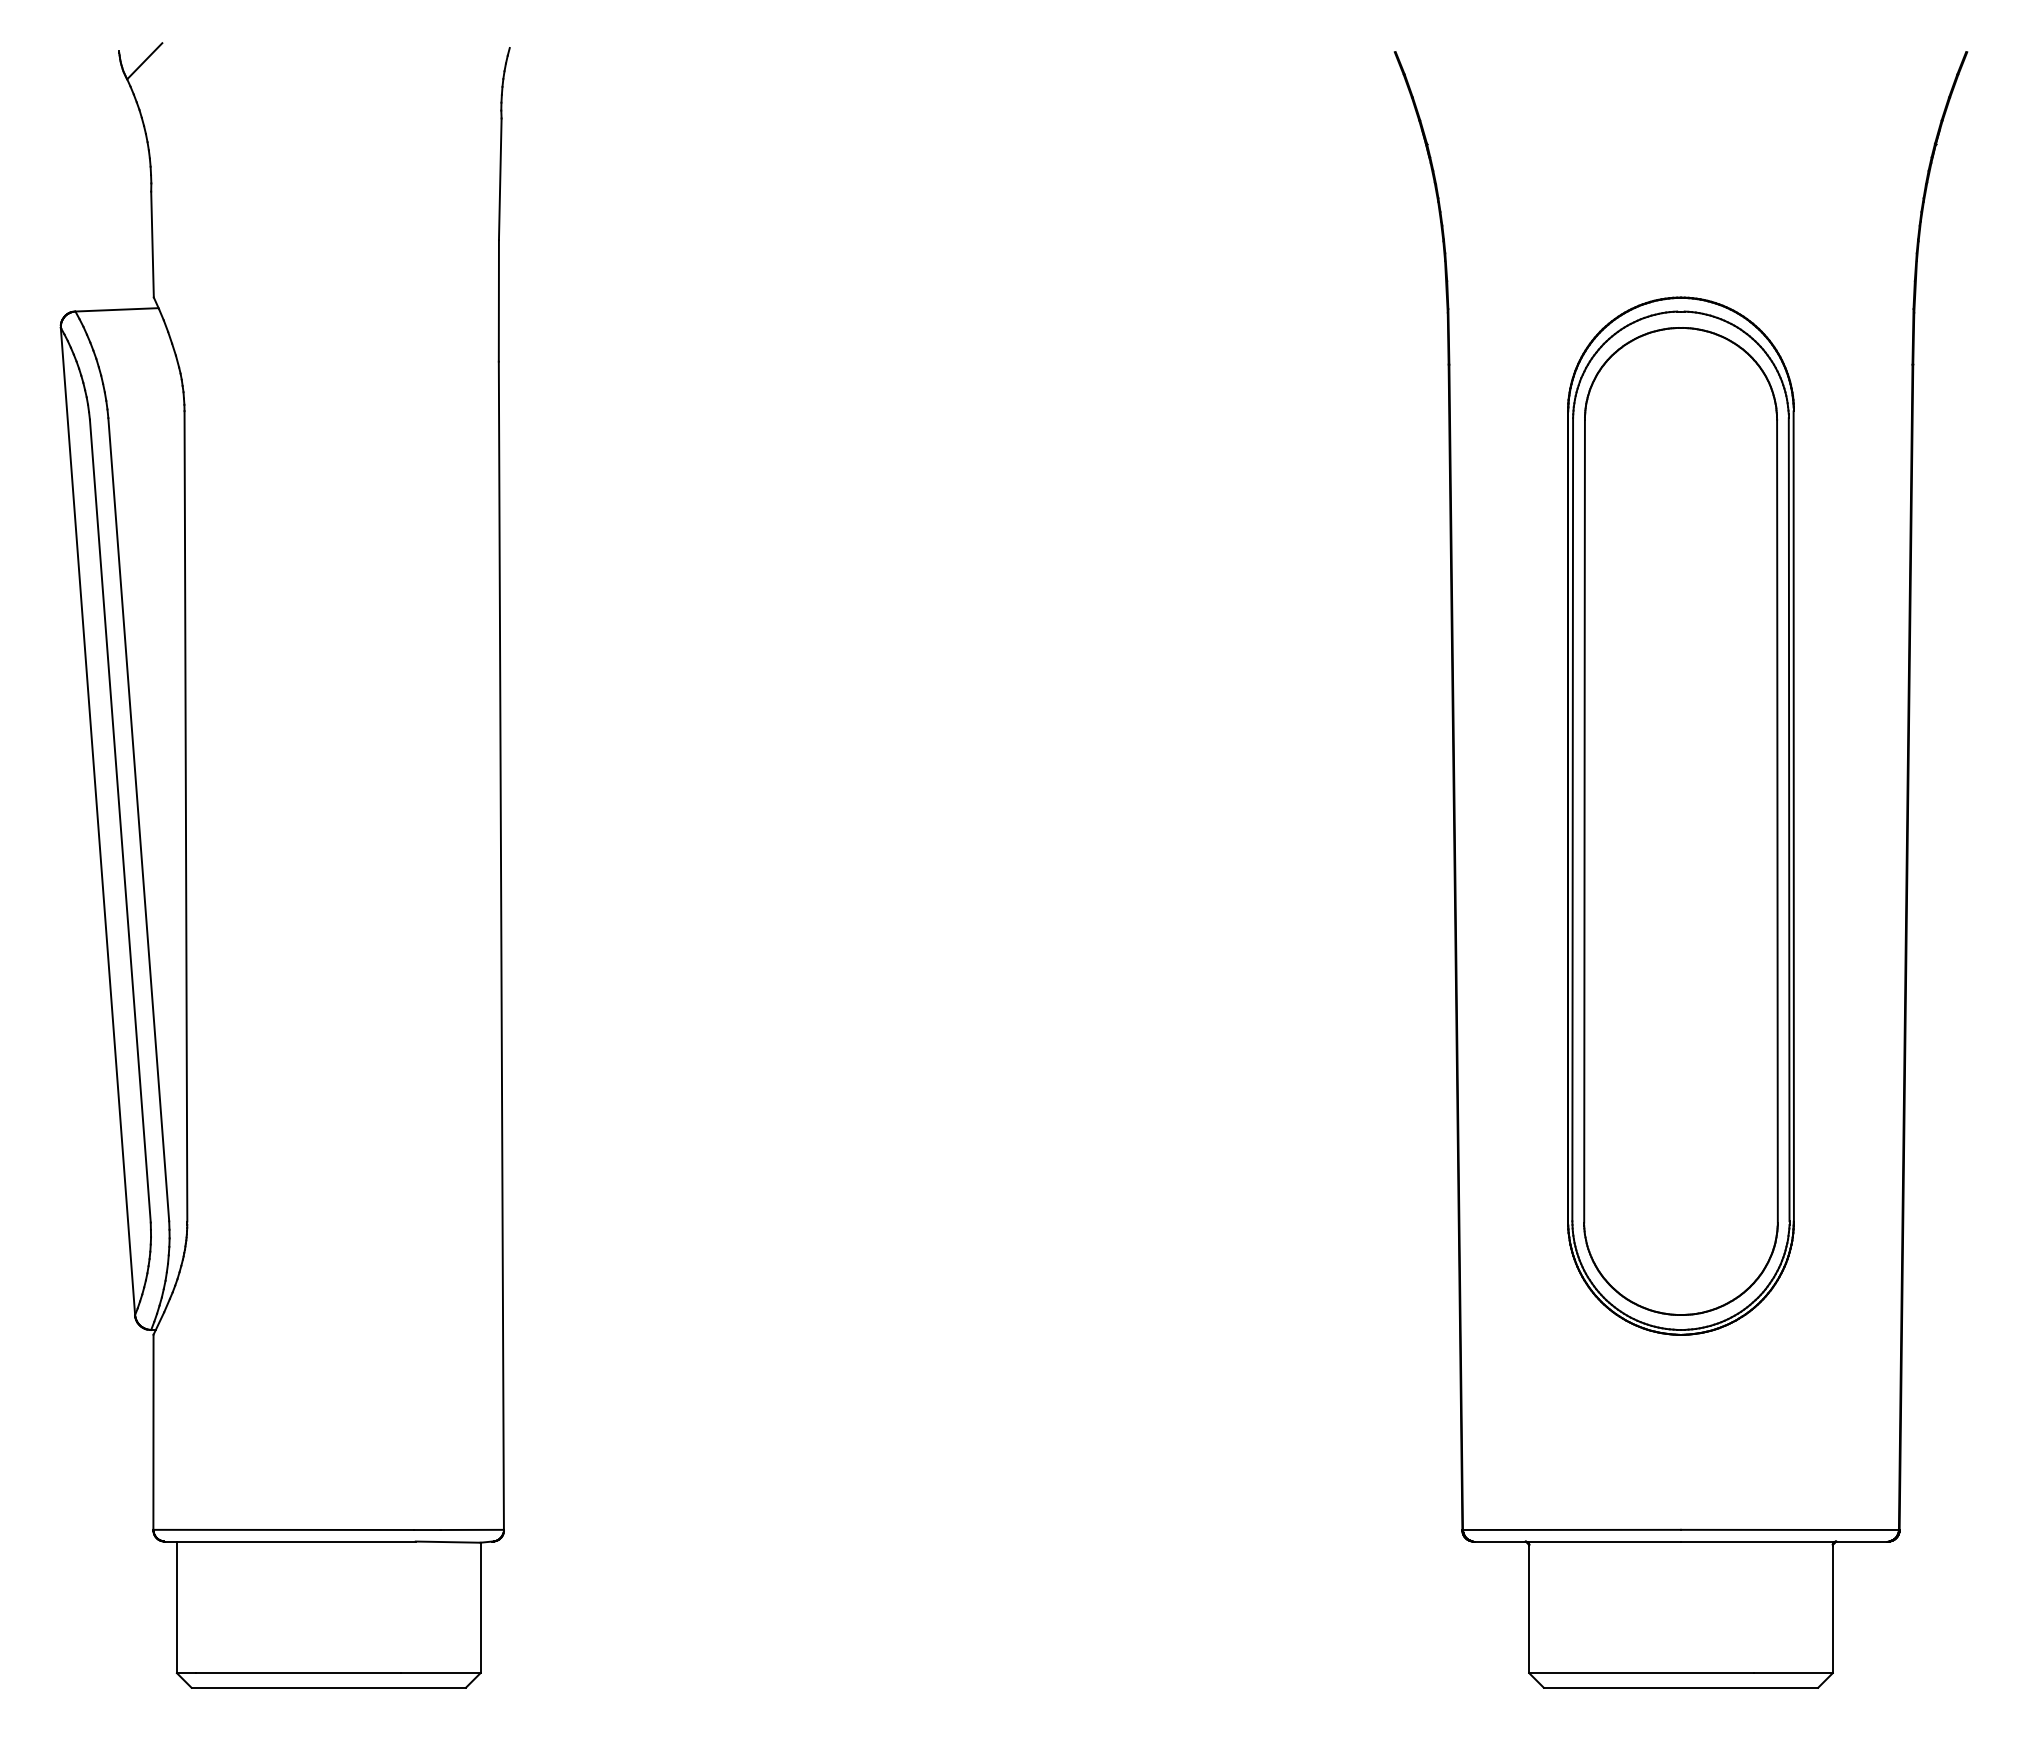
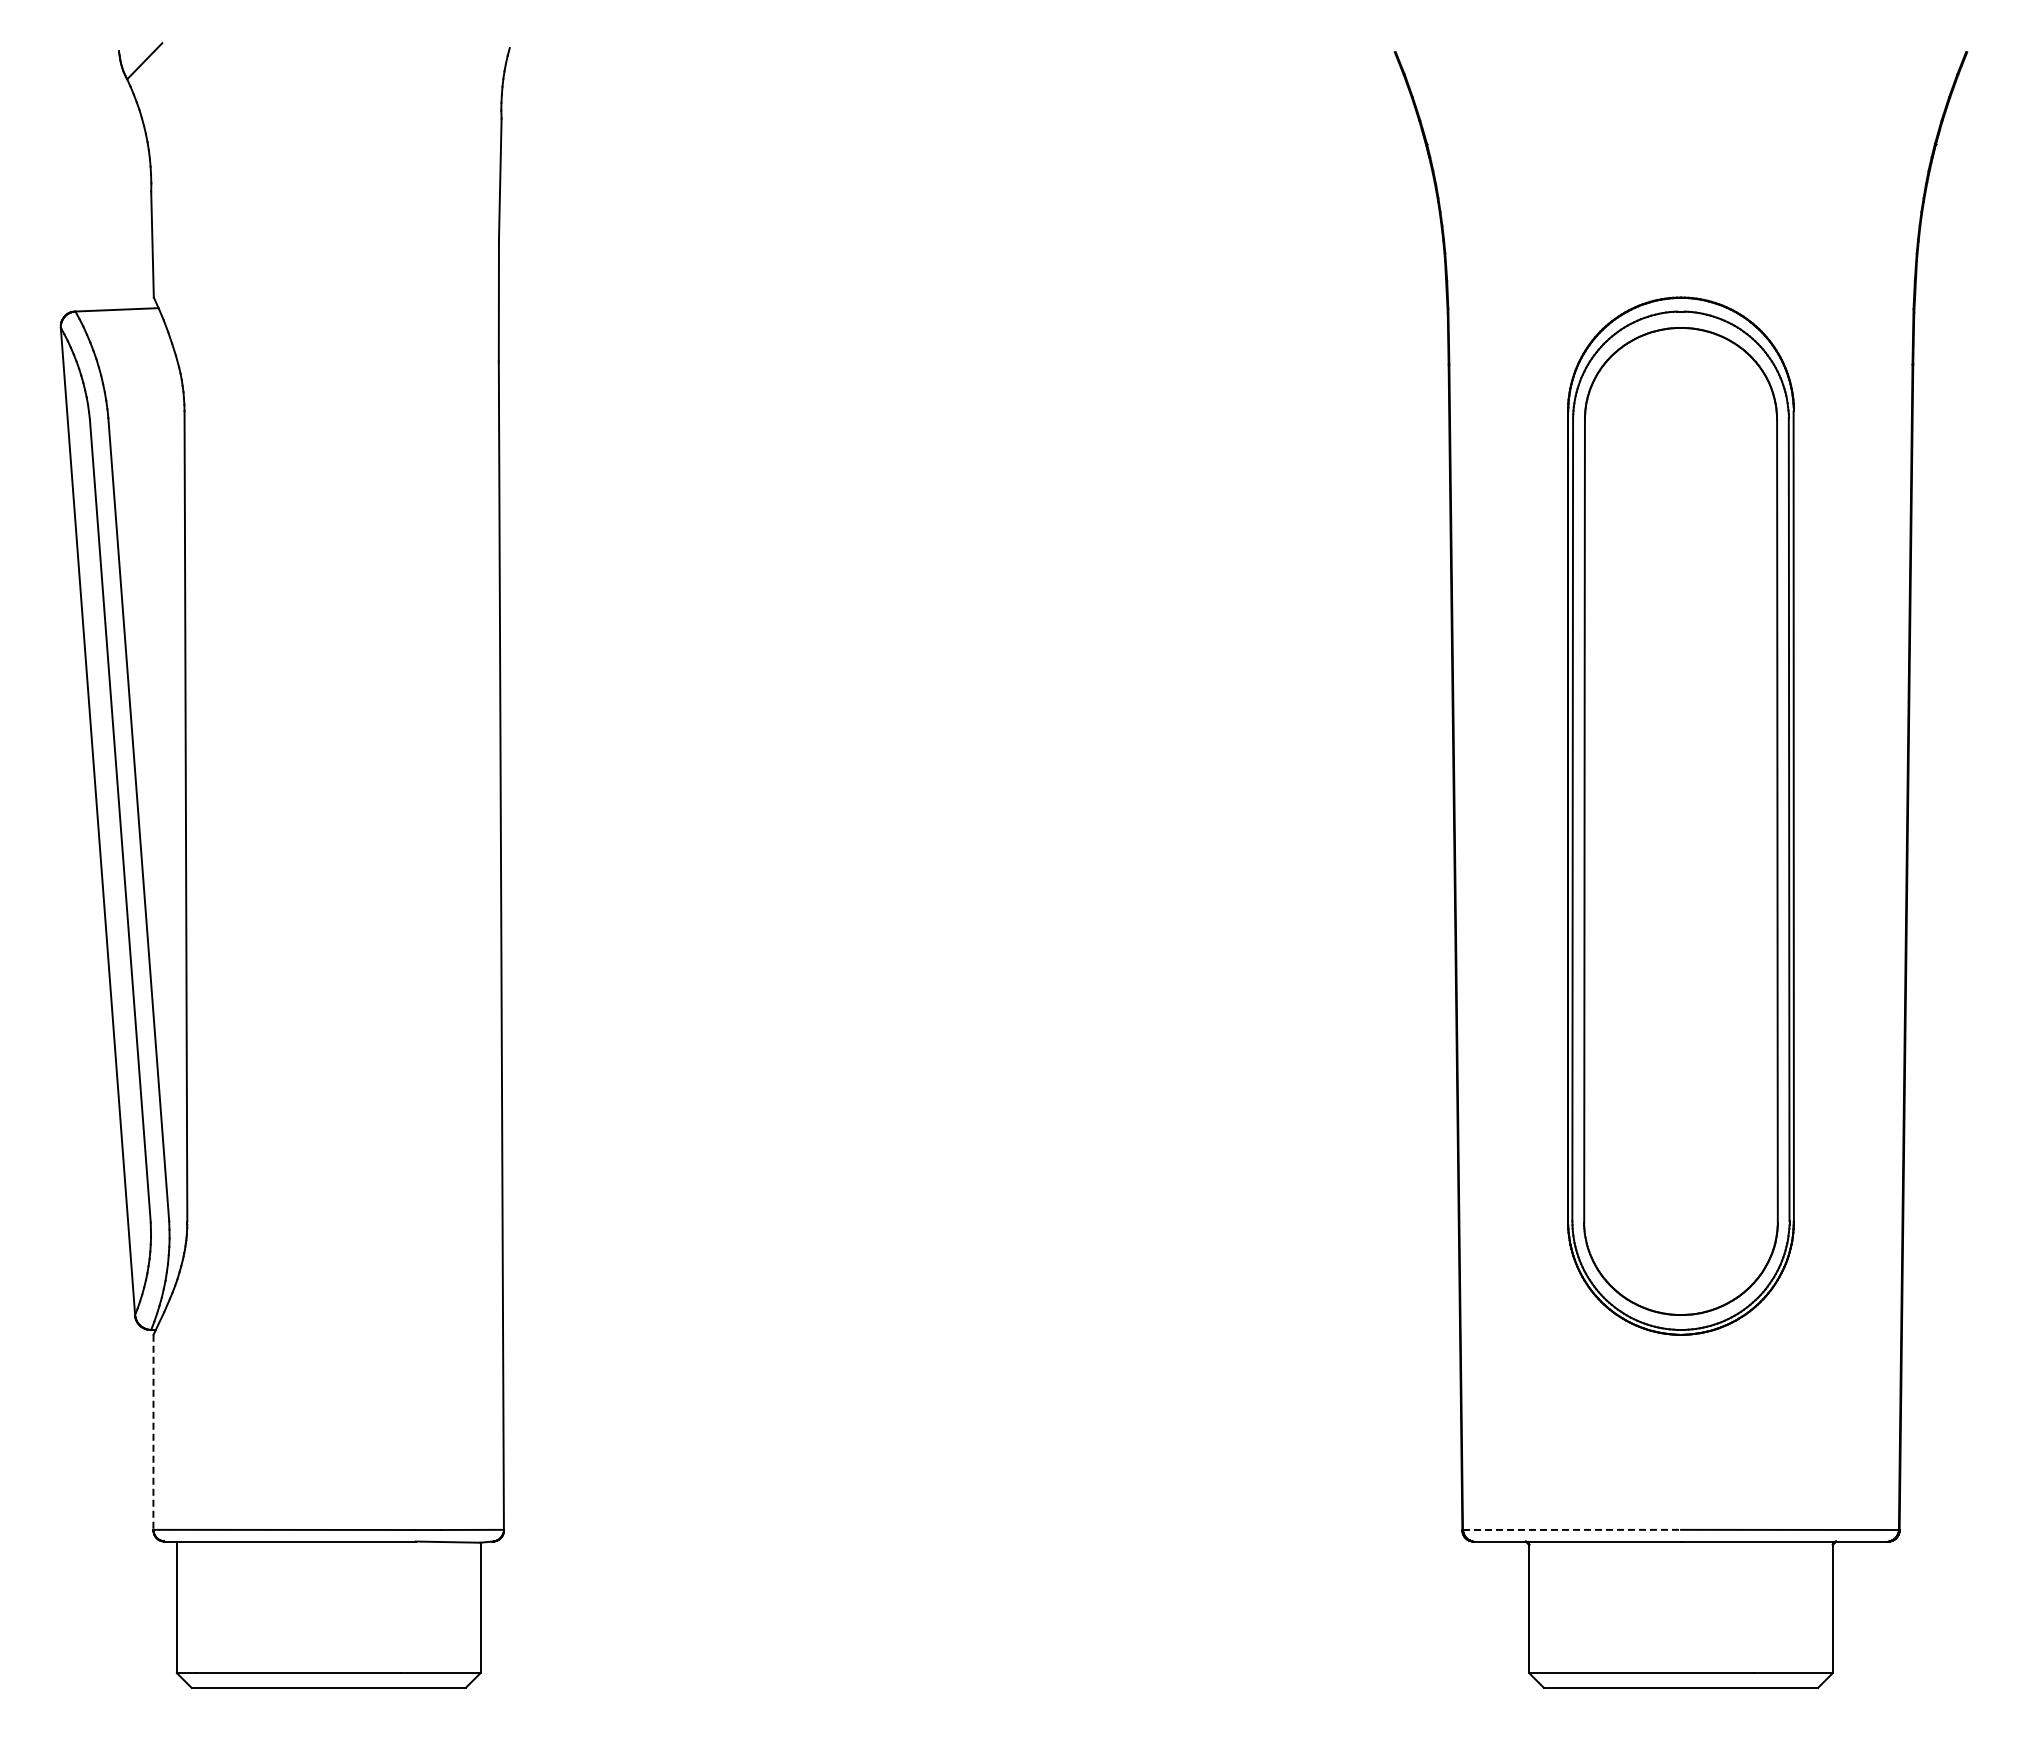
line at (153, 1432): solid -> dashed
line at (1572, 1529): solid -> dashed
